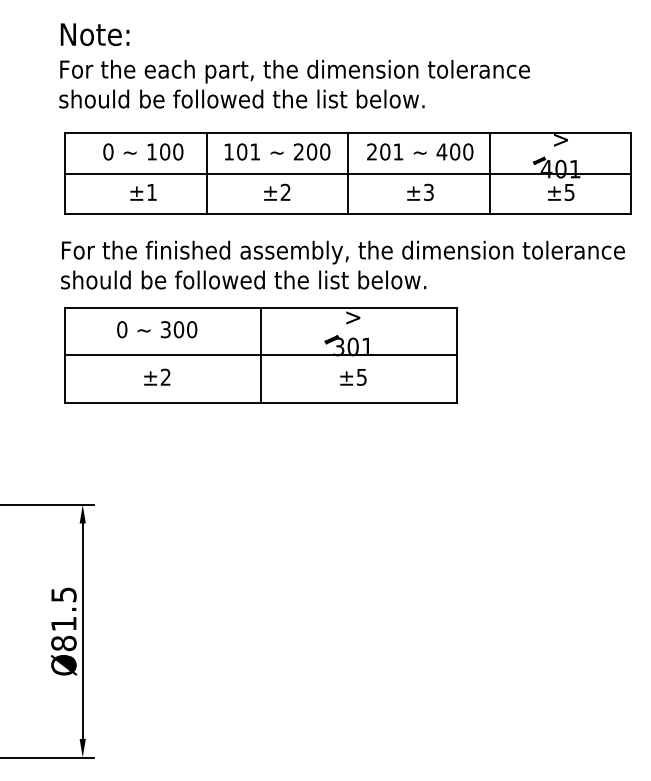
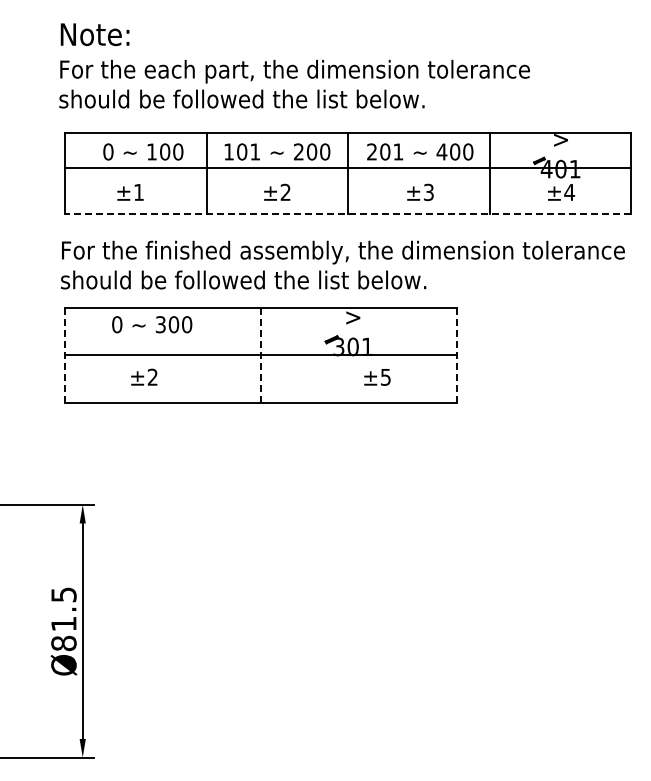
line at (348, 173) position: (348, 173) -> (348, 167)
text at (143, 192) position: (143, 192) -> (130, 192)
text at (569, 192): ±5 -> ±4
line at (347, 214): solid -> dashed
text at (157, 329) position: (157, 329) -> (152, 324)
line at (65, 355): solid -> dashed
line at (261, 355): solid -> dashed
line at (457, 355): solid -> dashed
text at (157, 376) position: (157, 376) -> (144, 376)
text at (353, 377) position: (353, 377) -> (377, 377)
